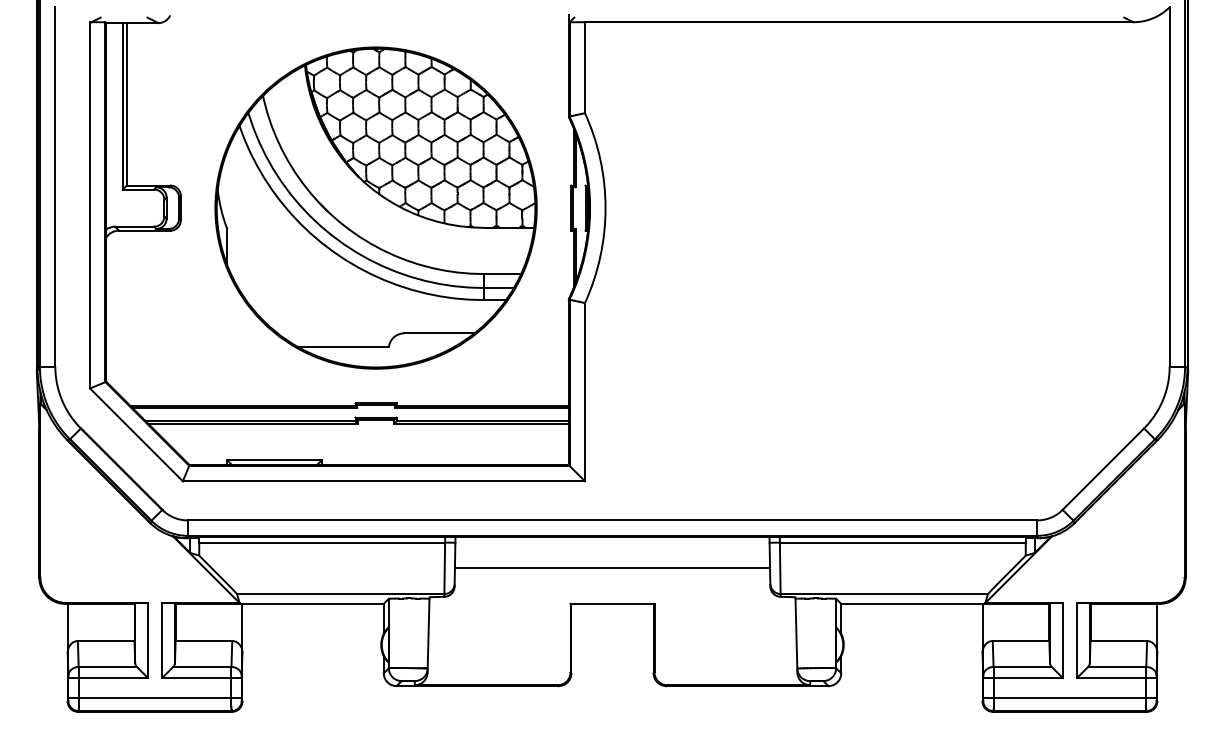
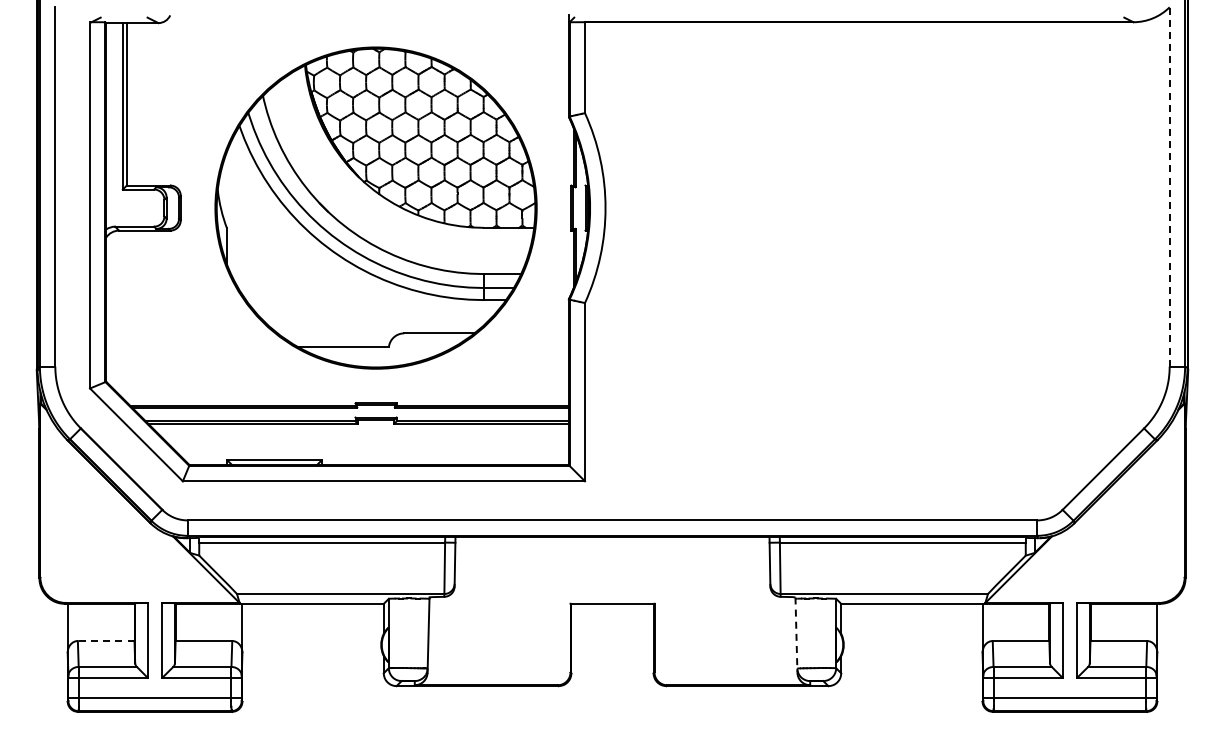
line at (1169, 186): solid -> dashed
line at (612, 567): present -> none
line at (796, 635): solid -> dashed
line at (105, 641): solid -> dashed
